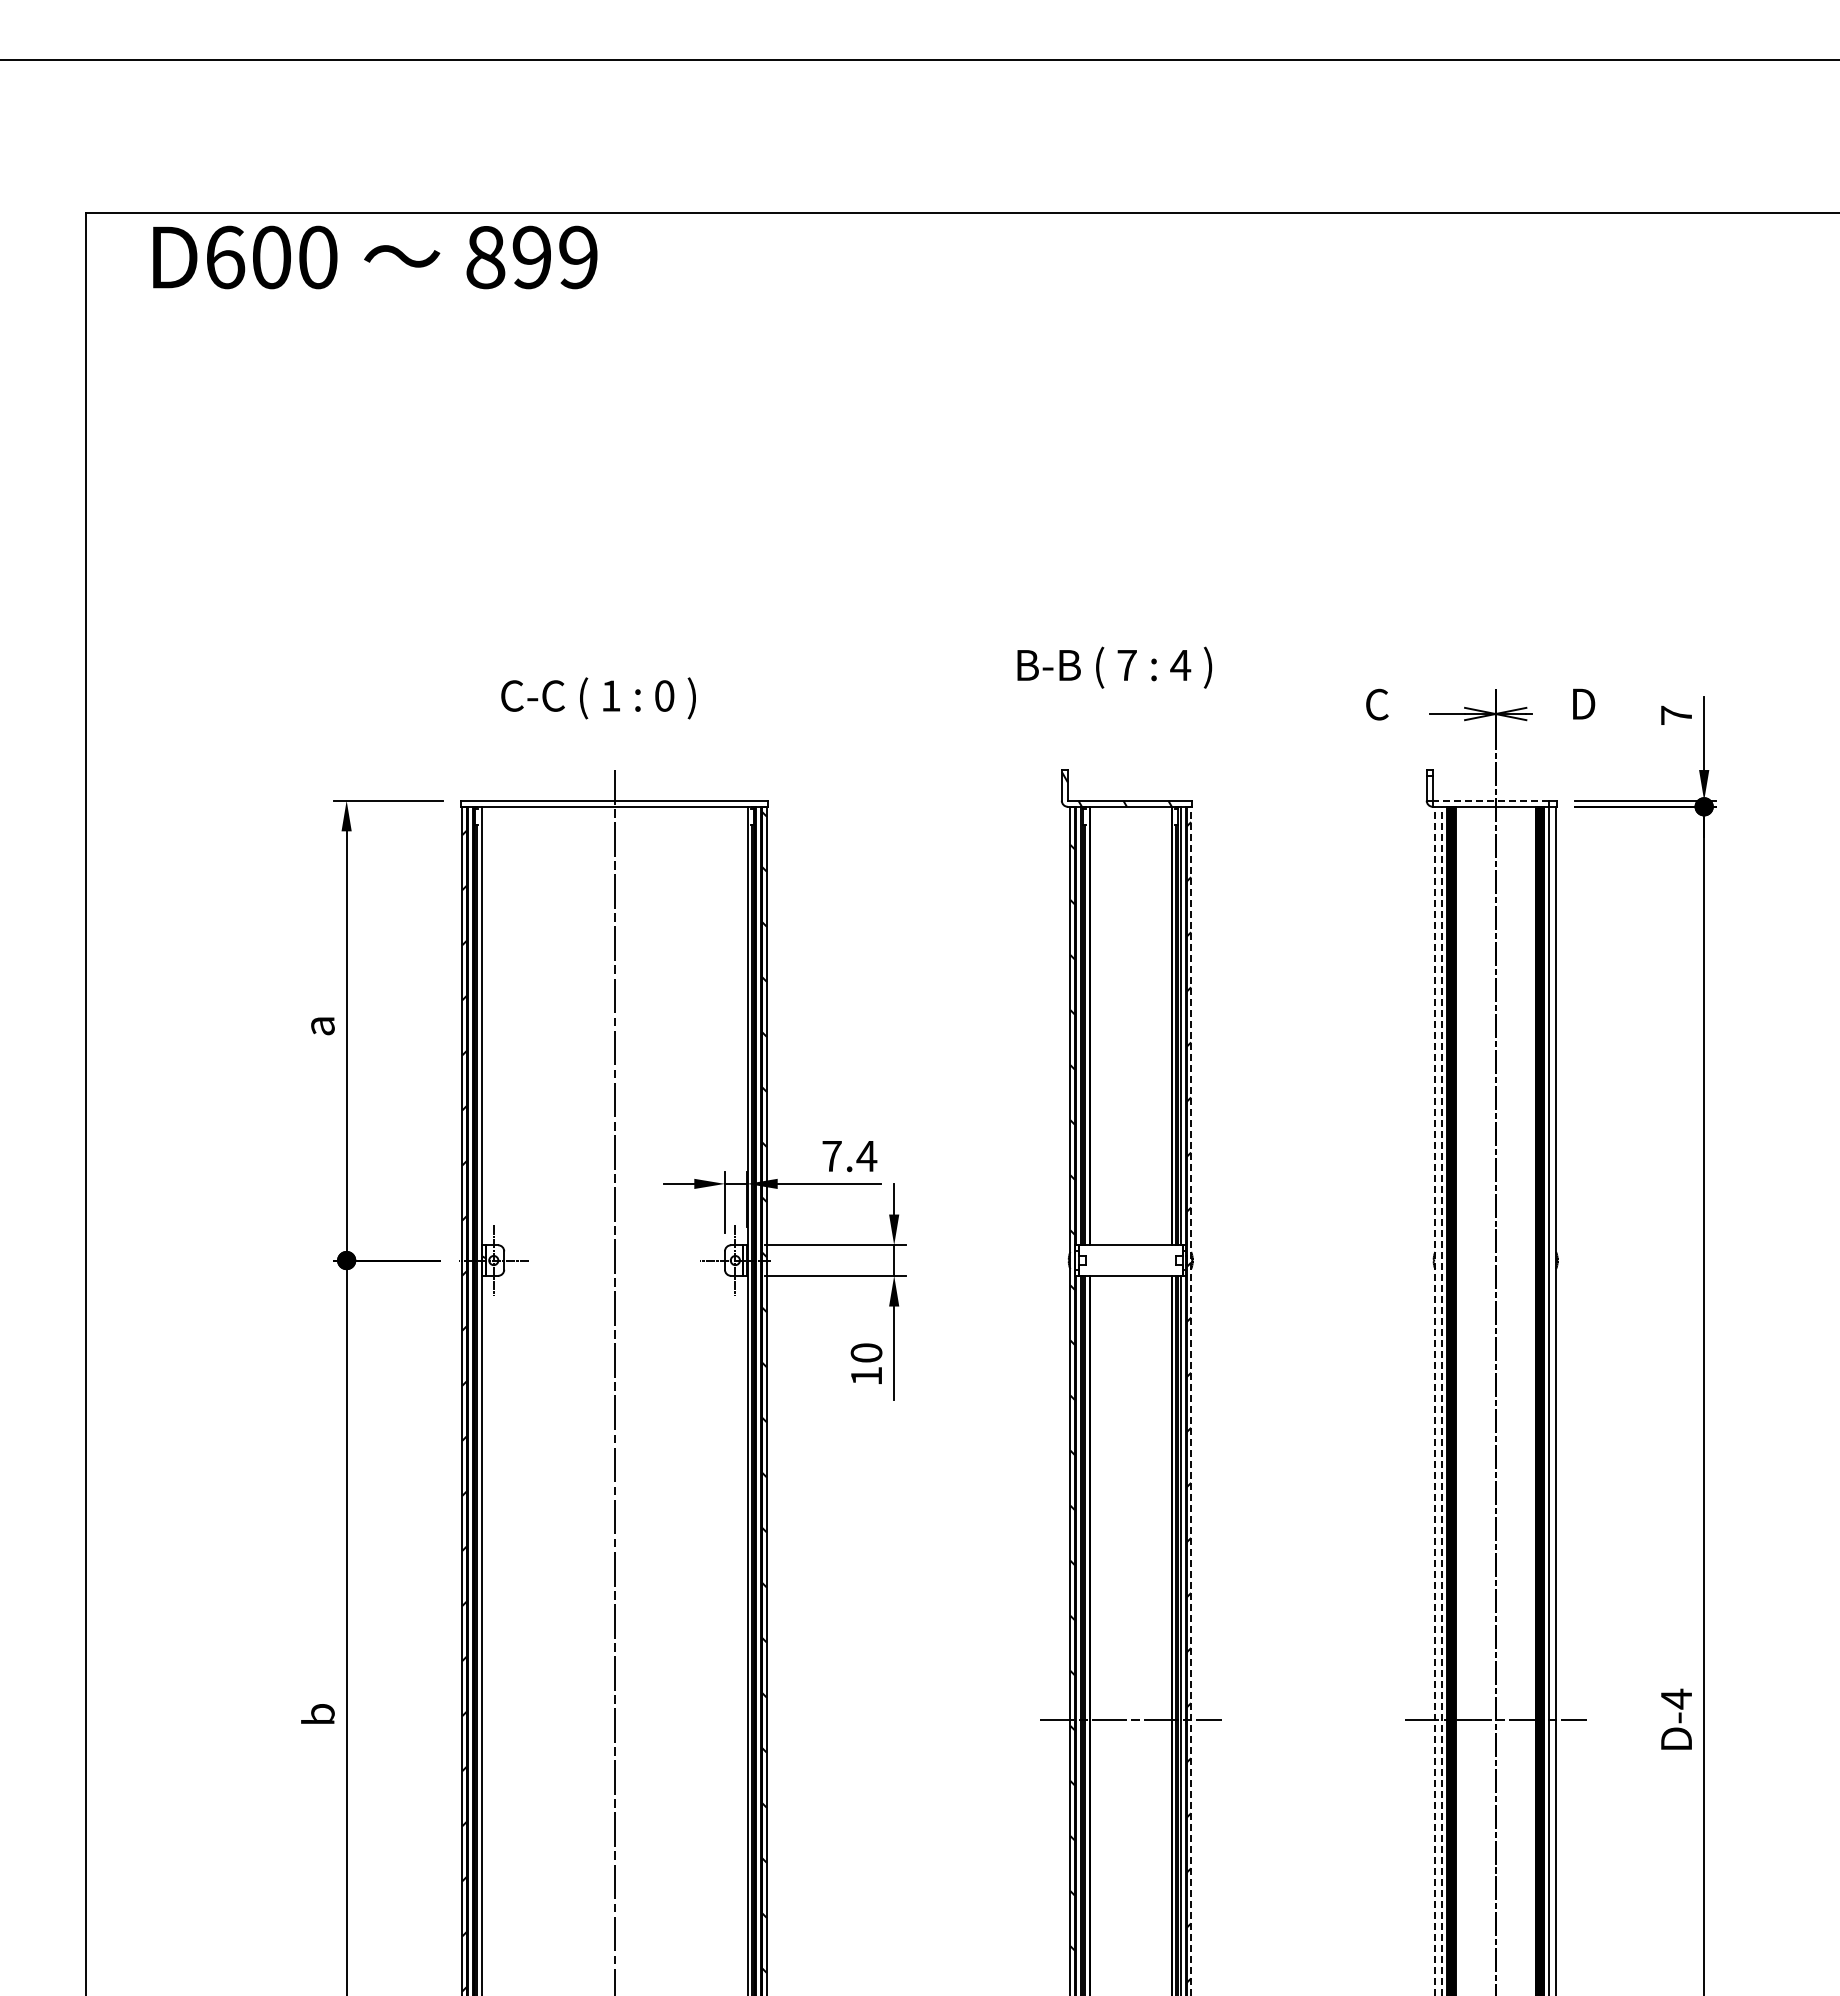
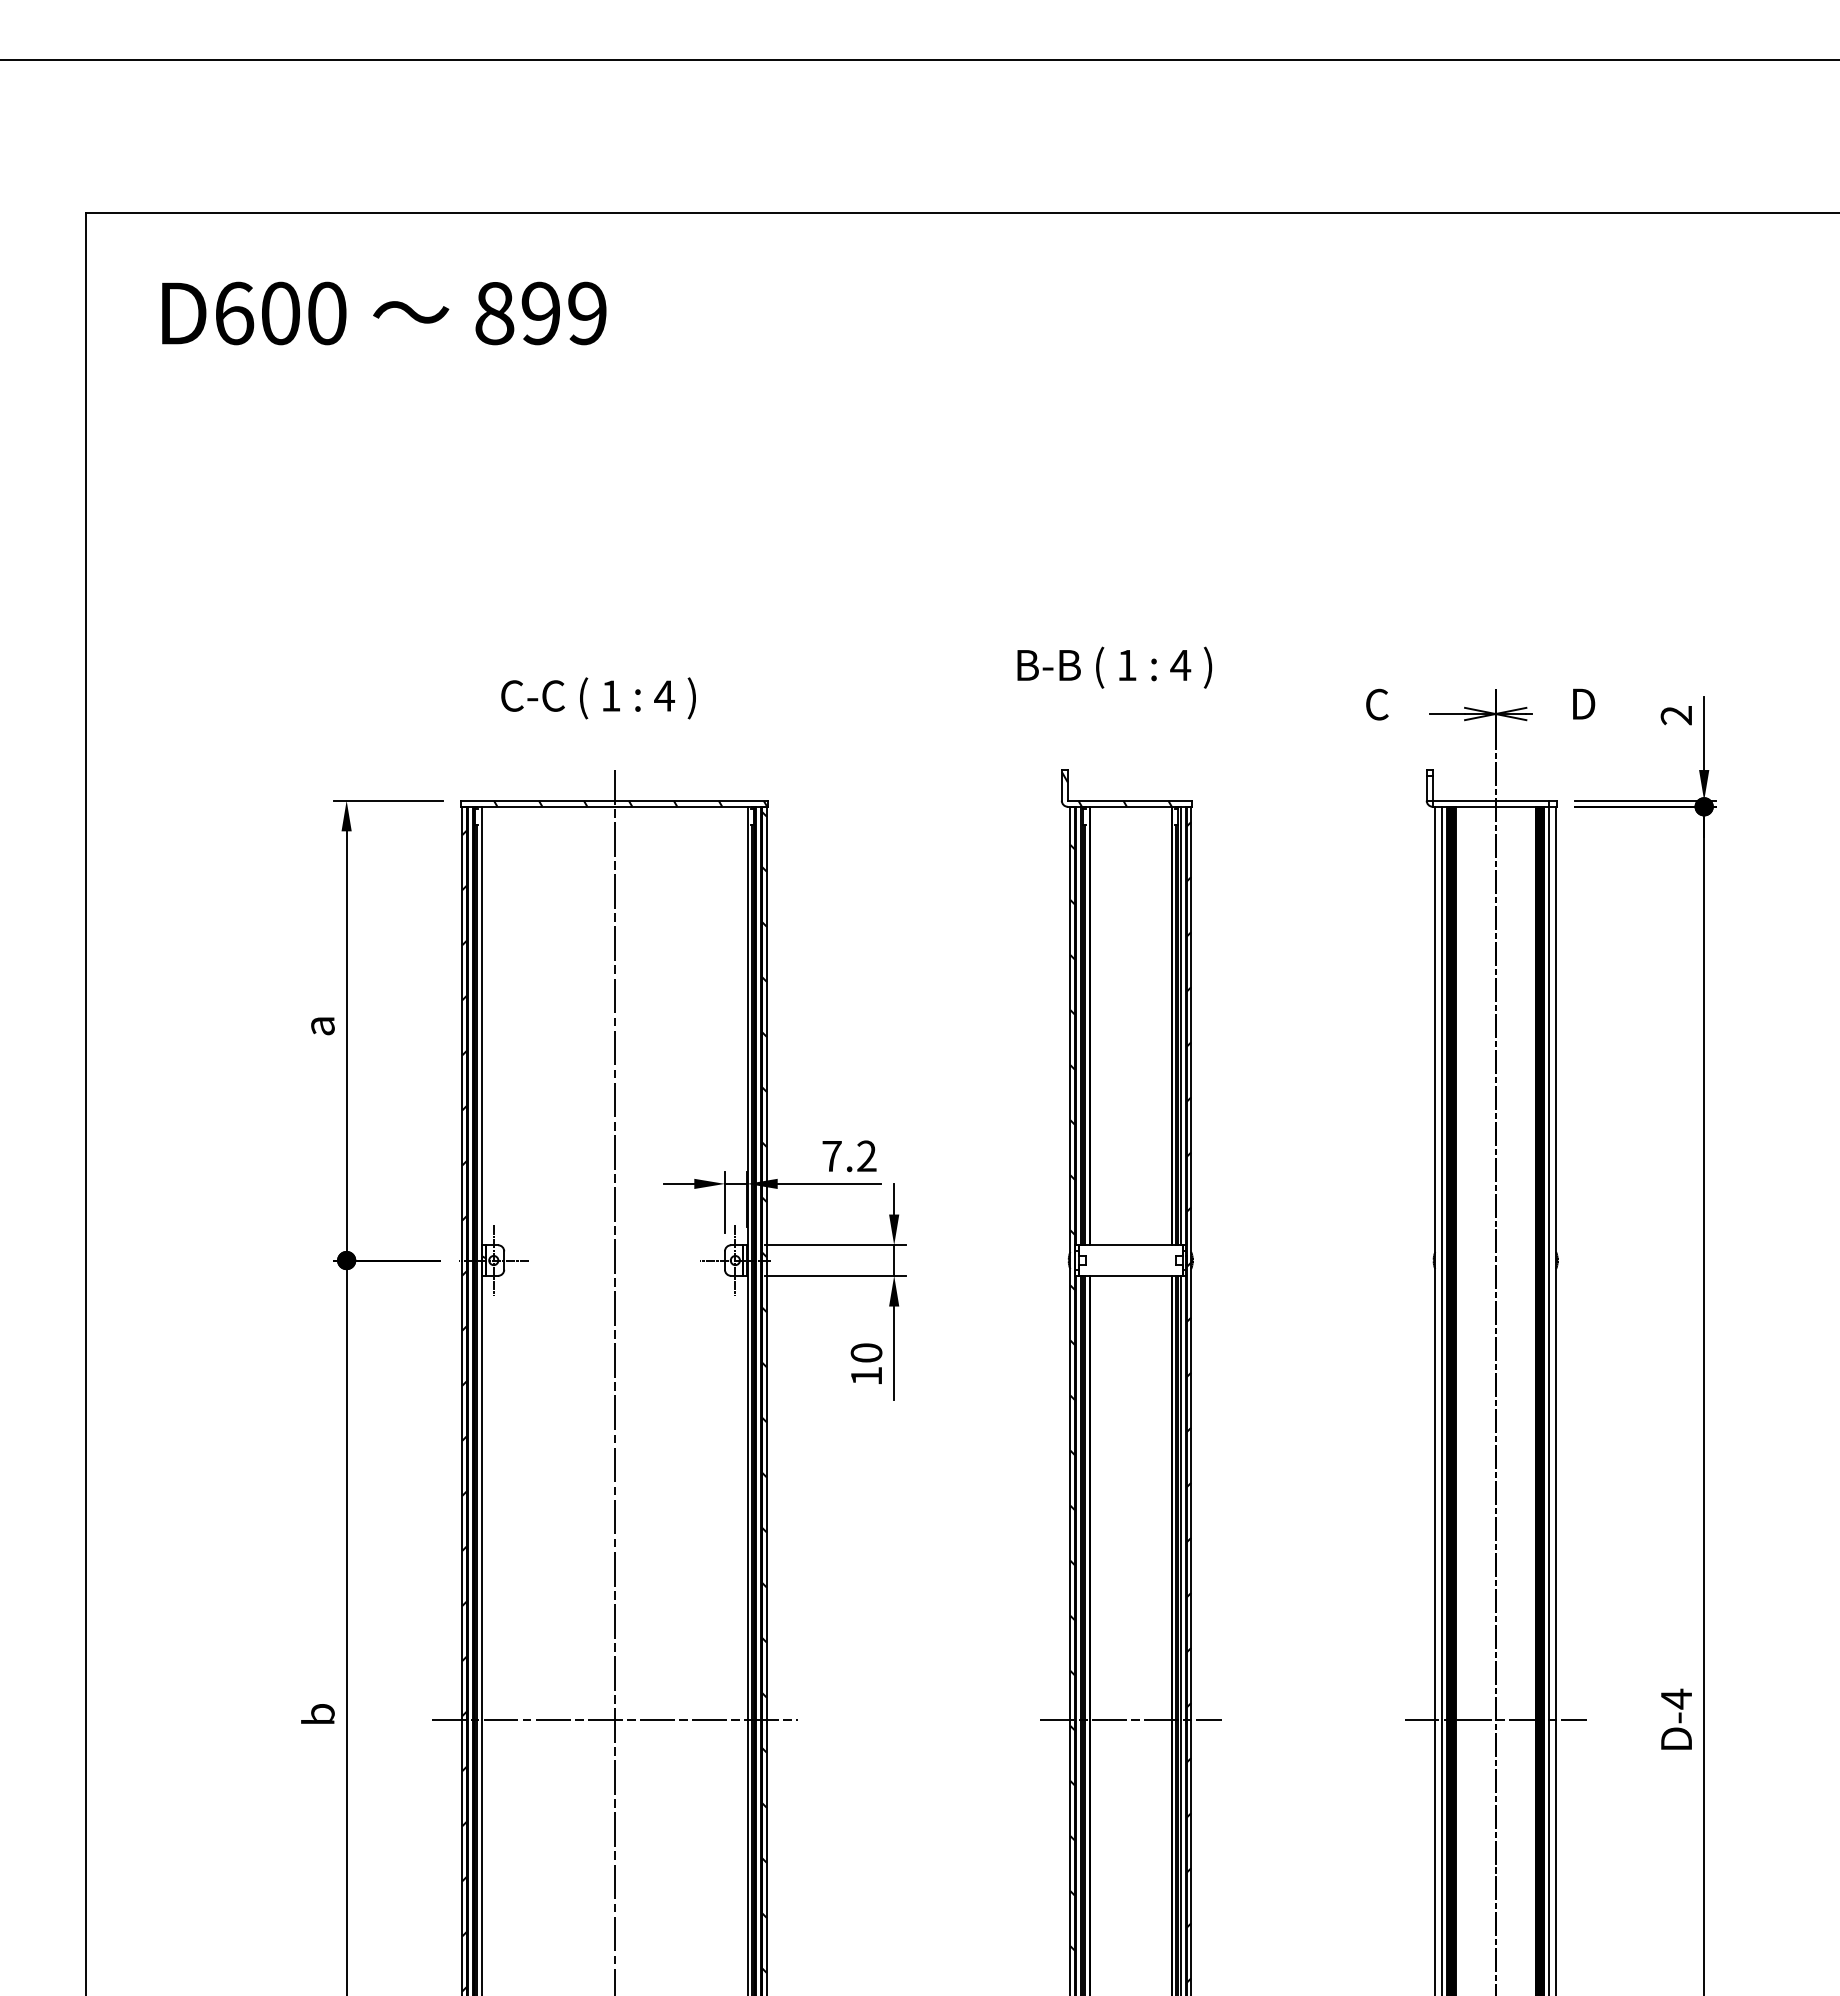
text at (375, 257) position: (375, 257) -> (384, 313)
text at (1126, 665): 7 -> 1
text at (664, 695): 0 -> 4
text at (1675, 715): 7 -> 2
line at (1490, 800): dashed -> solid
hatch at (630, 803): none -> present
text at (866, 1155): 7.4 -> 7.2
line at (1191, 1400): dashed -> solid
line at (1435, 1400): dashed -> solid
line at (1442, 1400): dashed -> solid
line at (614, 1720): none -> present
